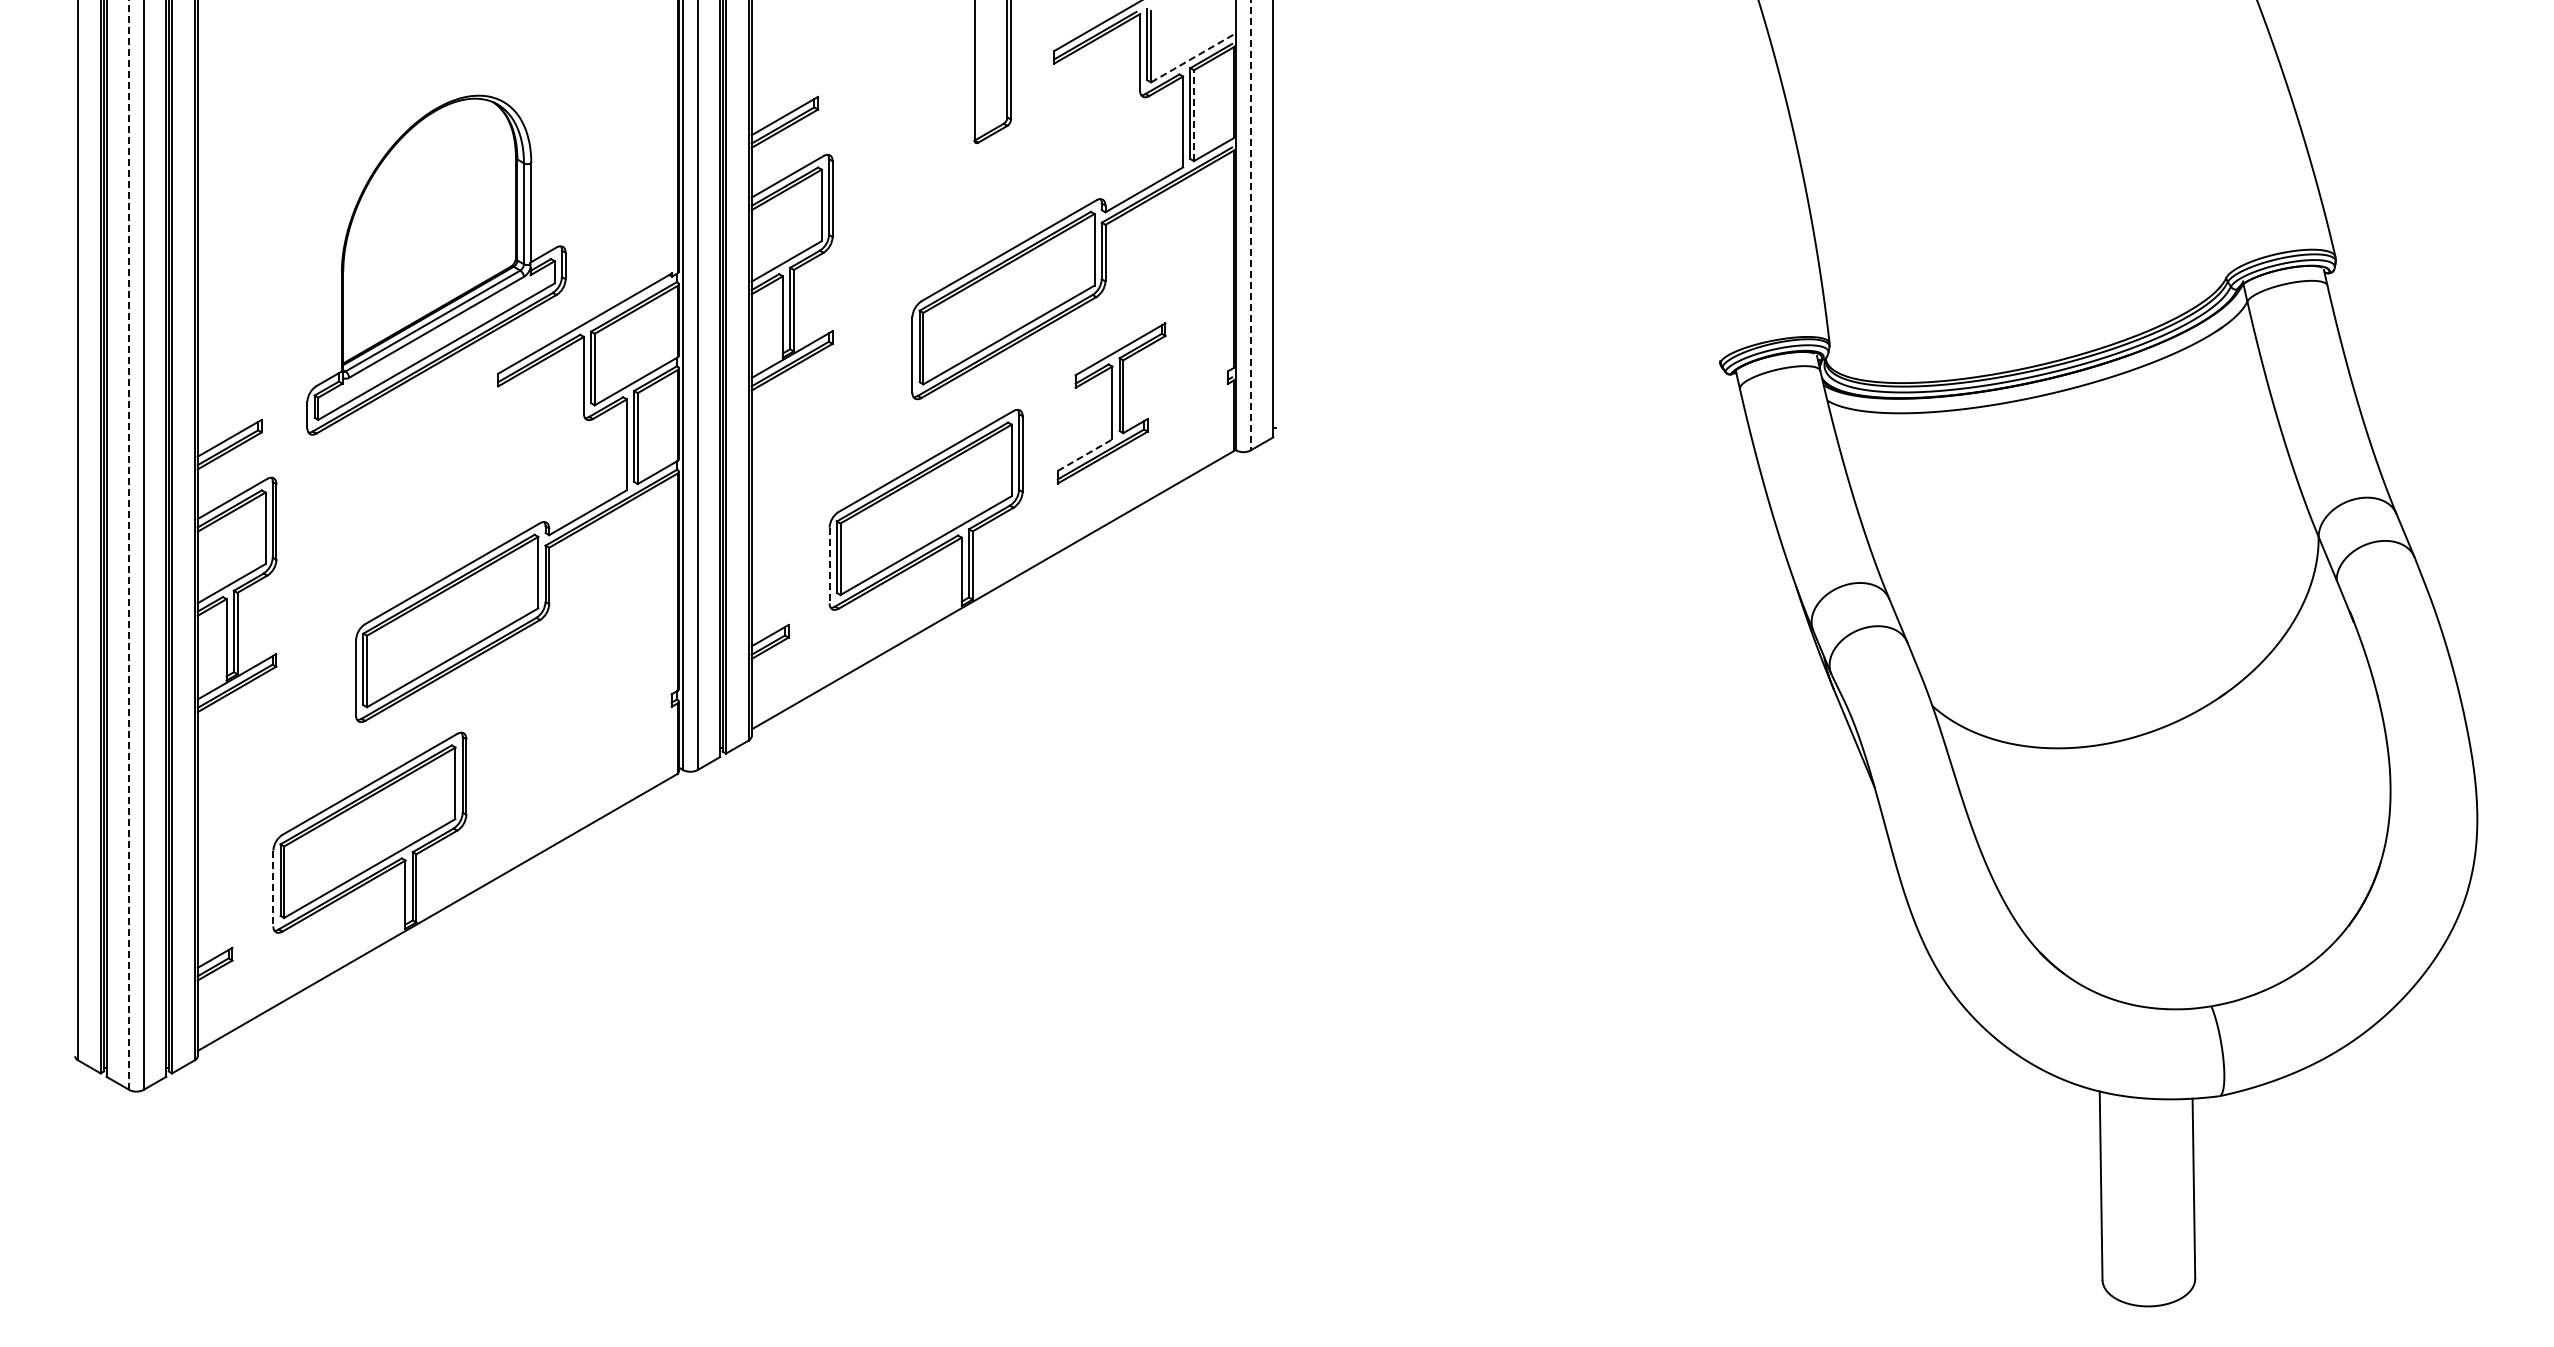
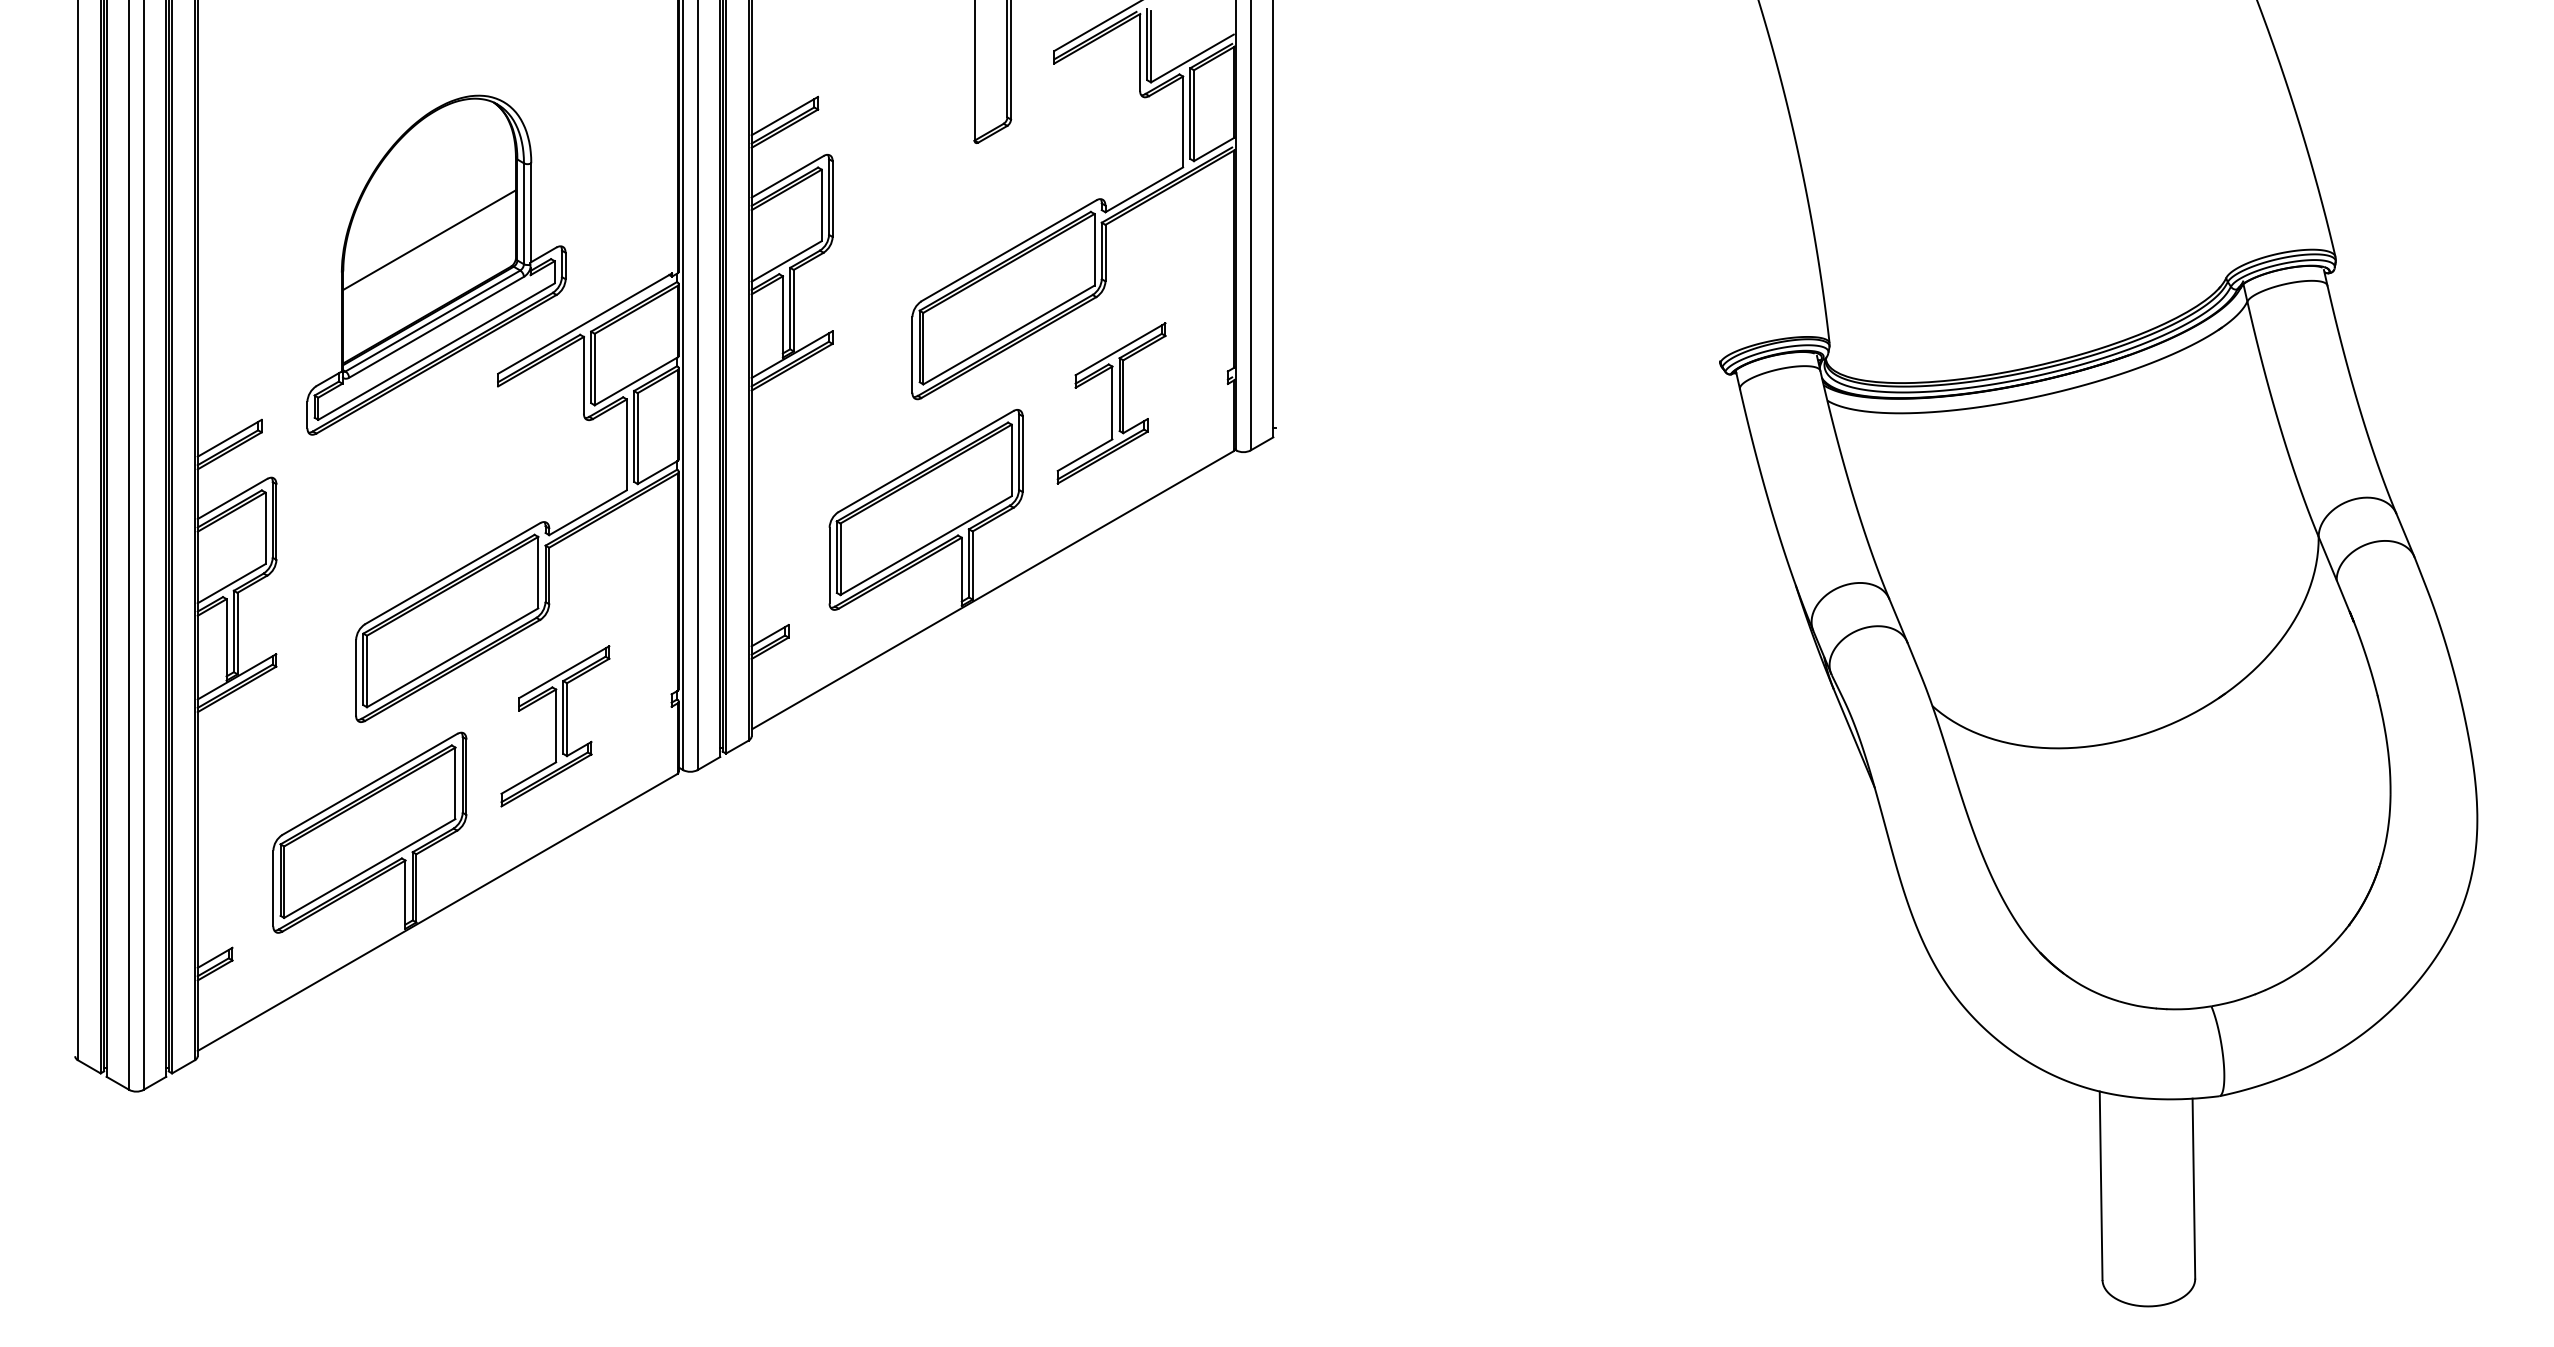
line at (1192, 58): dashed -> solid
line at (1194, 115): dashed -> solid
line at (1250, 225): dashed -> solid
line at (429, 239): none -> present
line at (1085, 455): dashed -> solid
line at (129, 545): dashed -> solid
line at (829, 565): dashed -> solid
part at (555, 726): none -> present
line at (273, 888): dashed -> solid
